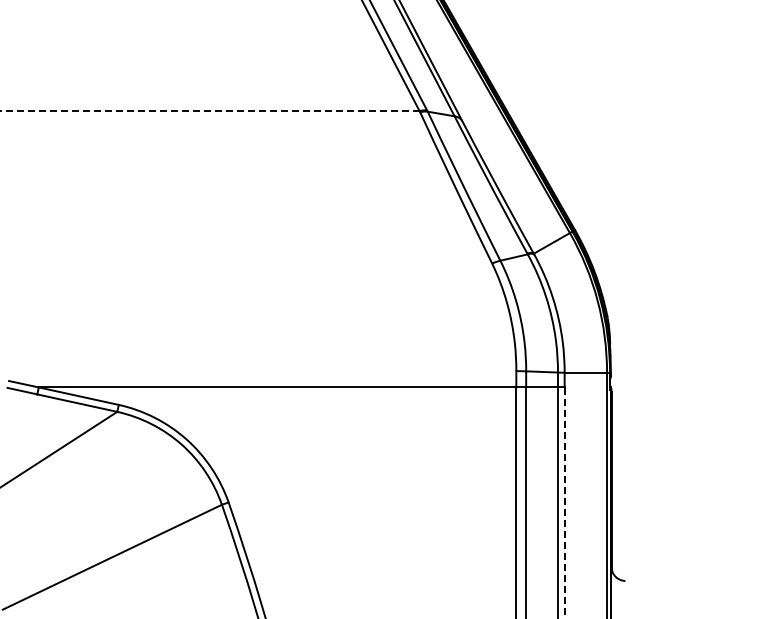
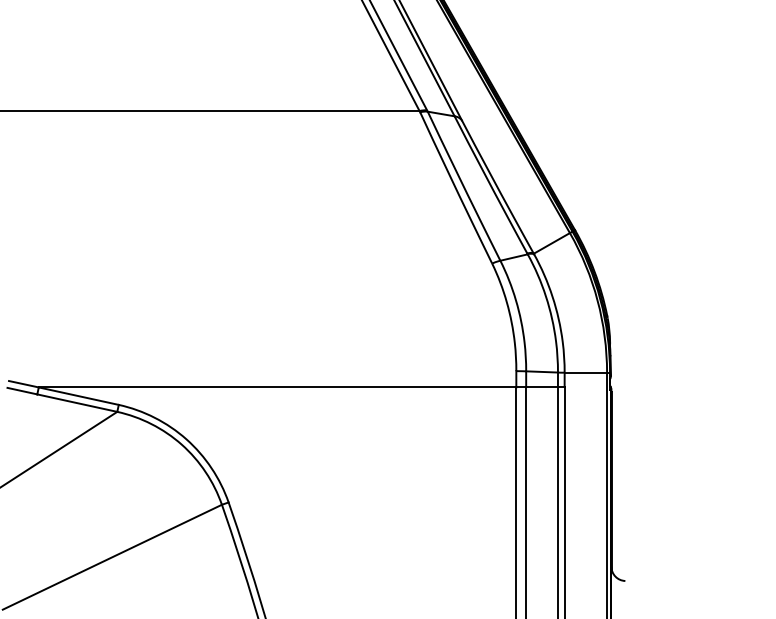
line at (209, 111): dashed -> solid
line at (564, 502): dashed -> solid
